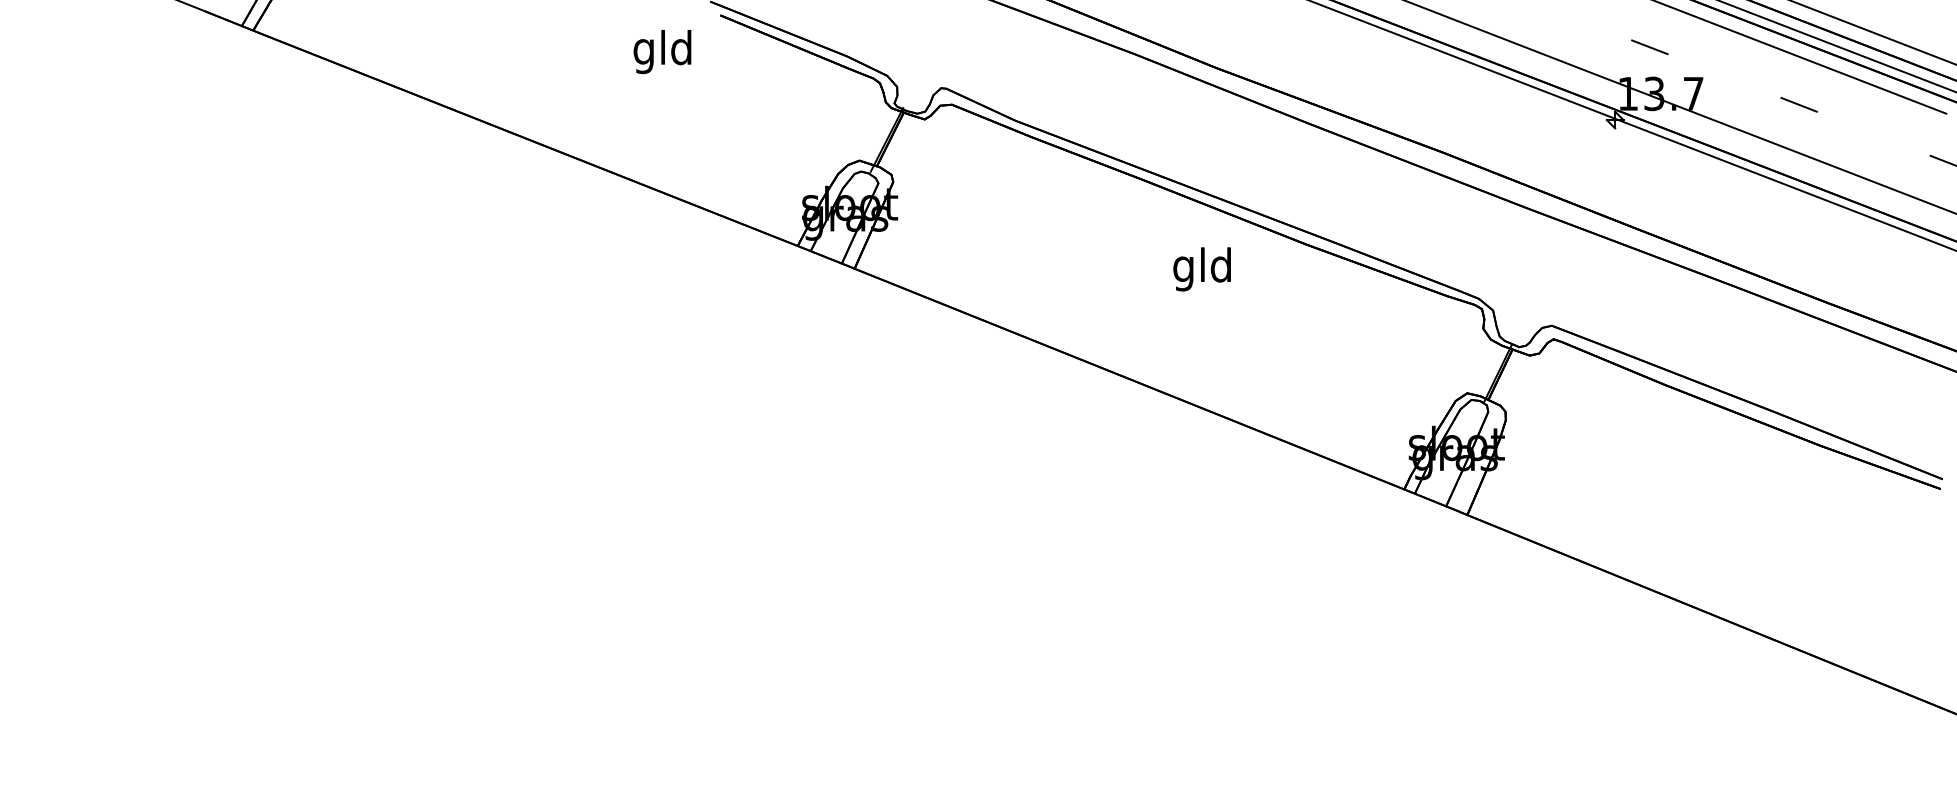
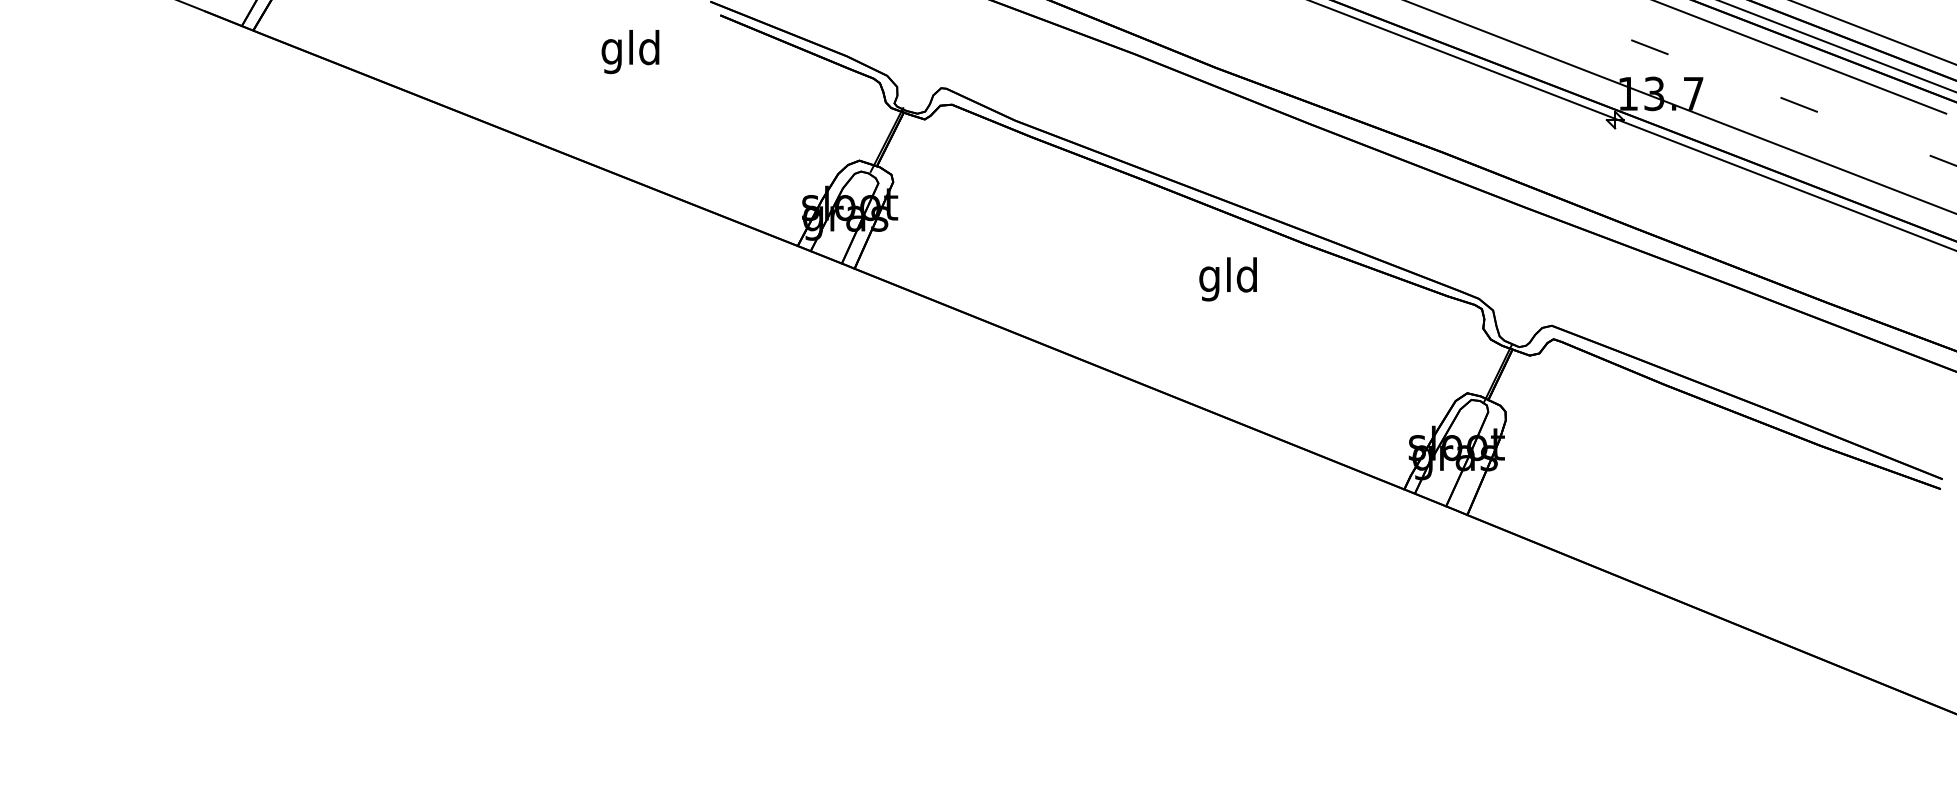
text at (662, 52) position: (662, 52) -> (630, 52)
text at (1201, 269) position: (1201, 269) -> (1227, 279)
